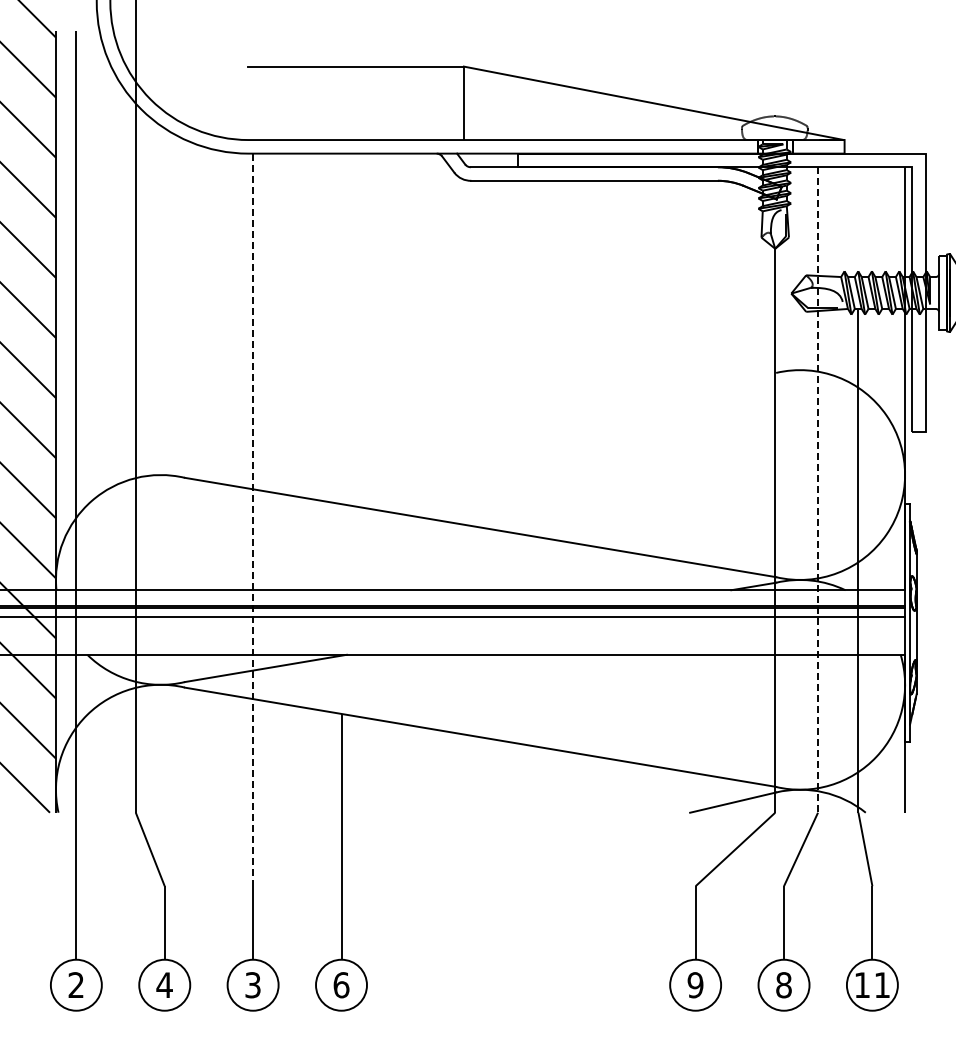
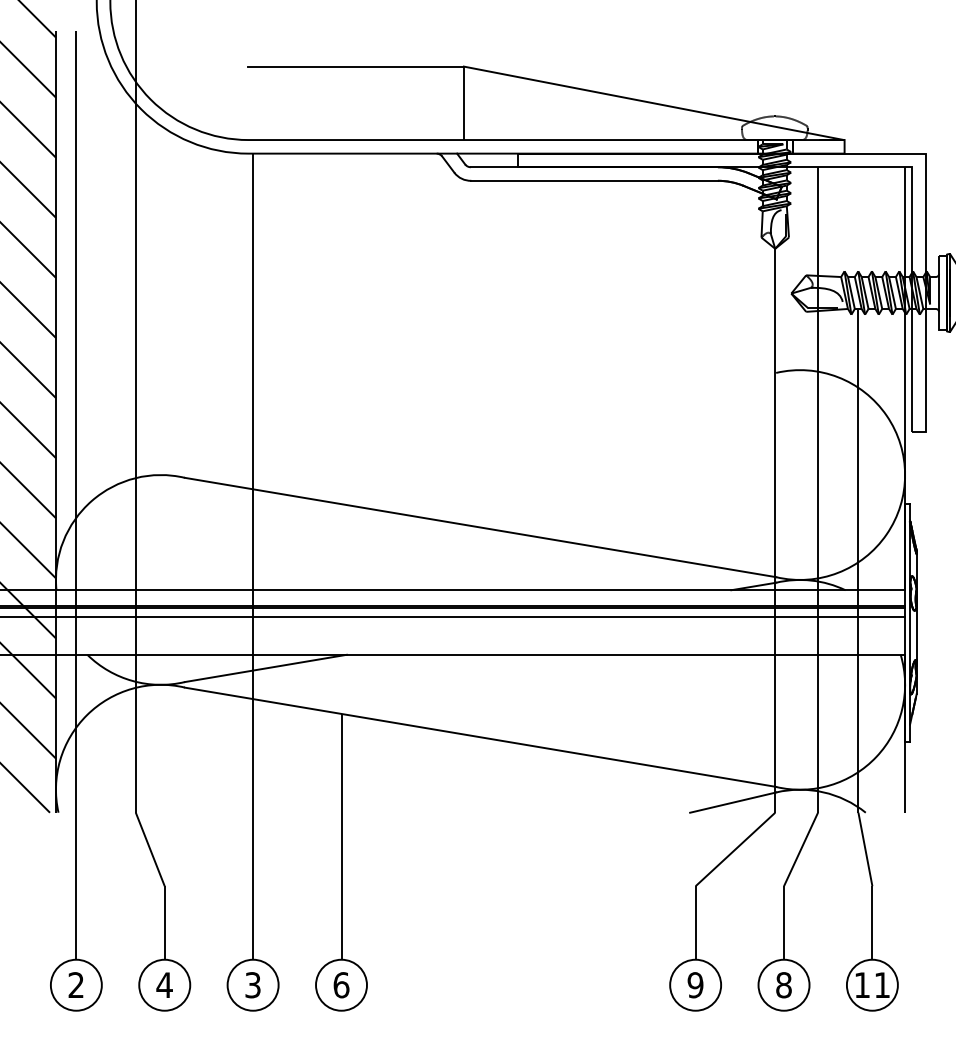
line at (818, 489): dashed -> solid
line at (253, 520): dashed -> solid
